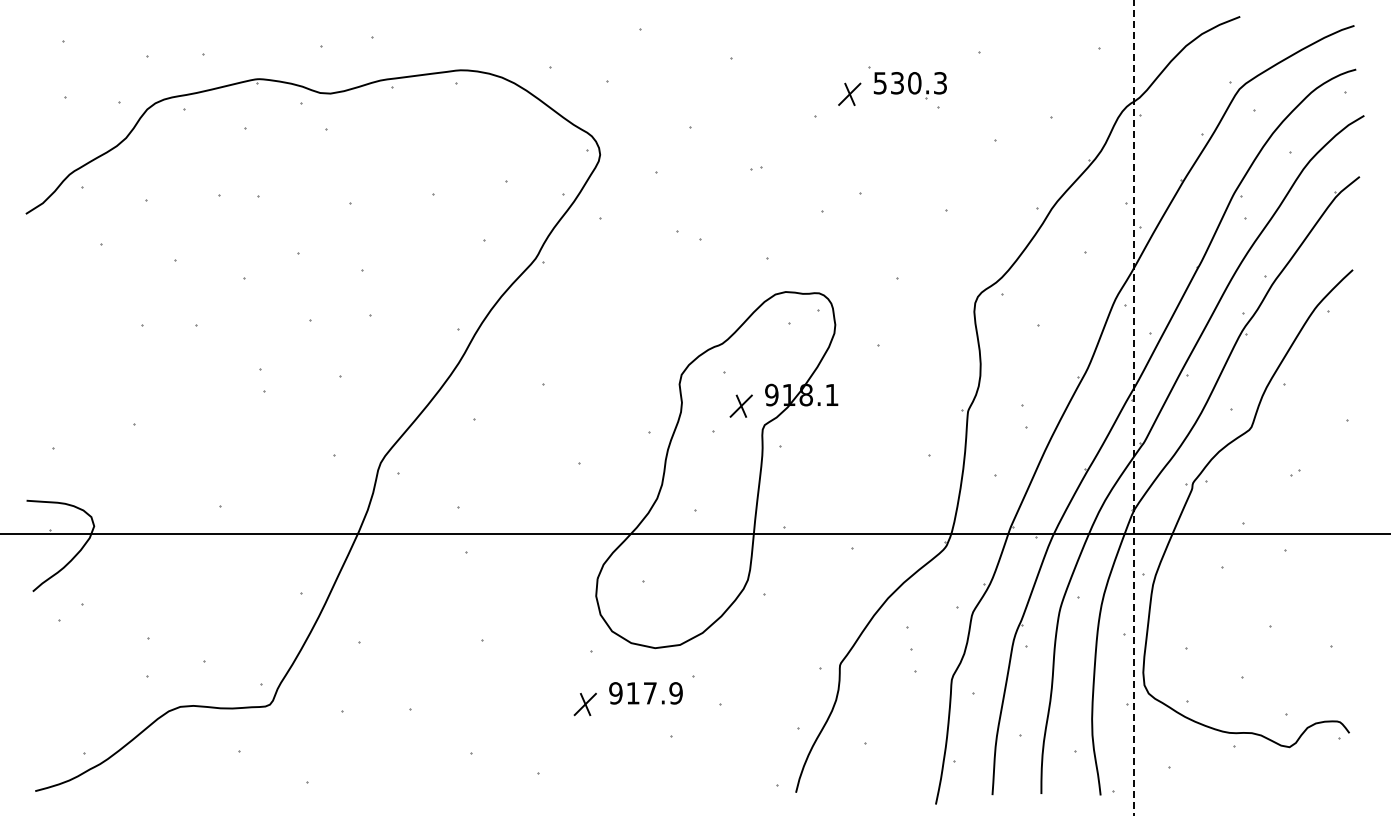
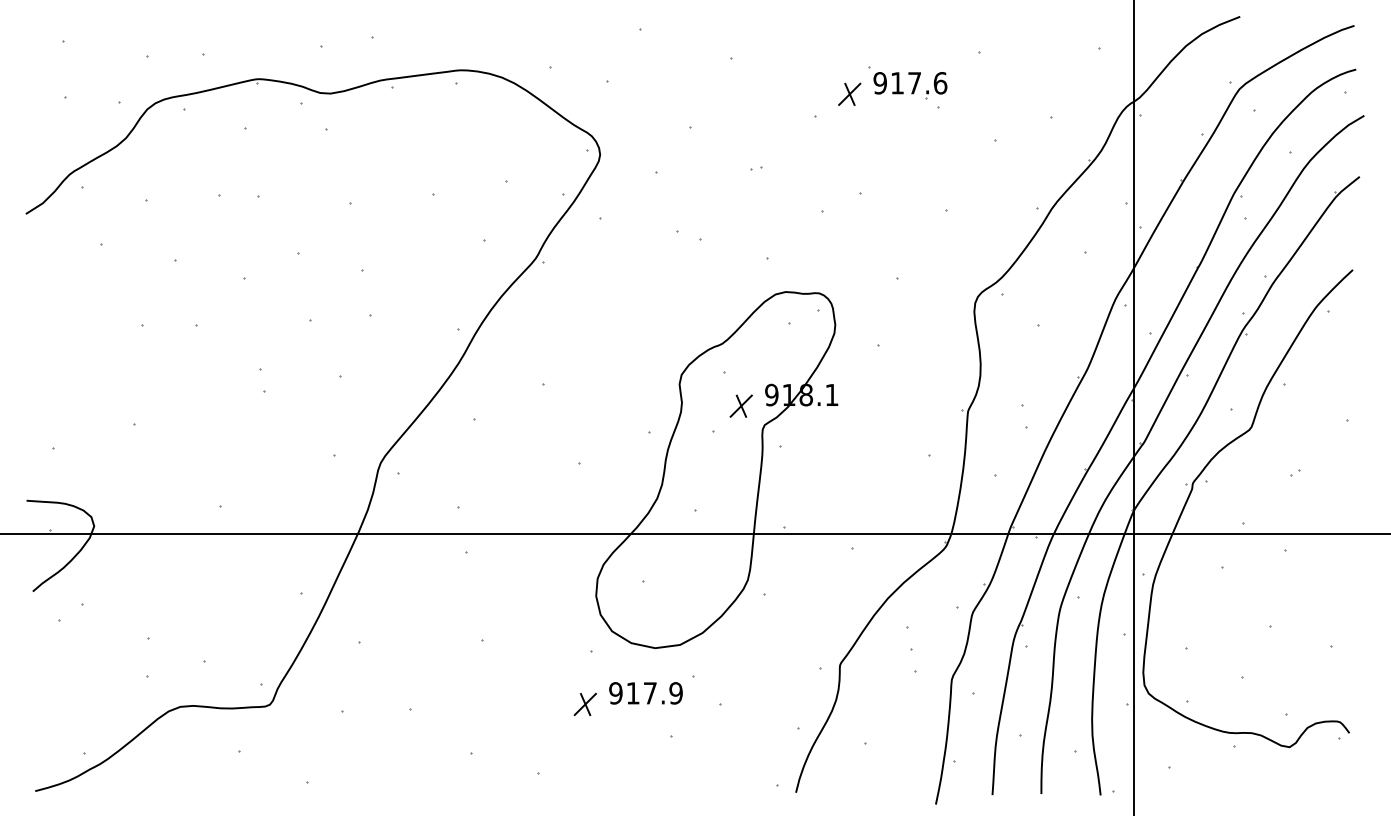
text at (910, 83): 530.3 -> 917.6
line at (1133, 408): dashed -> solid
